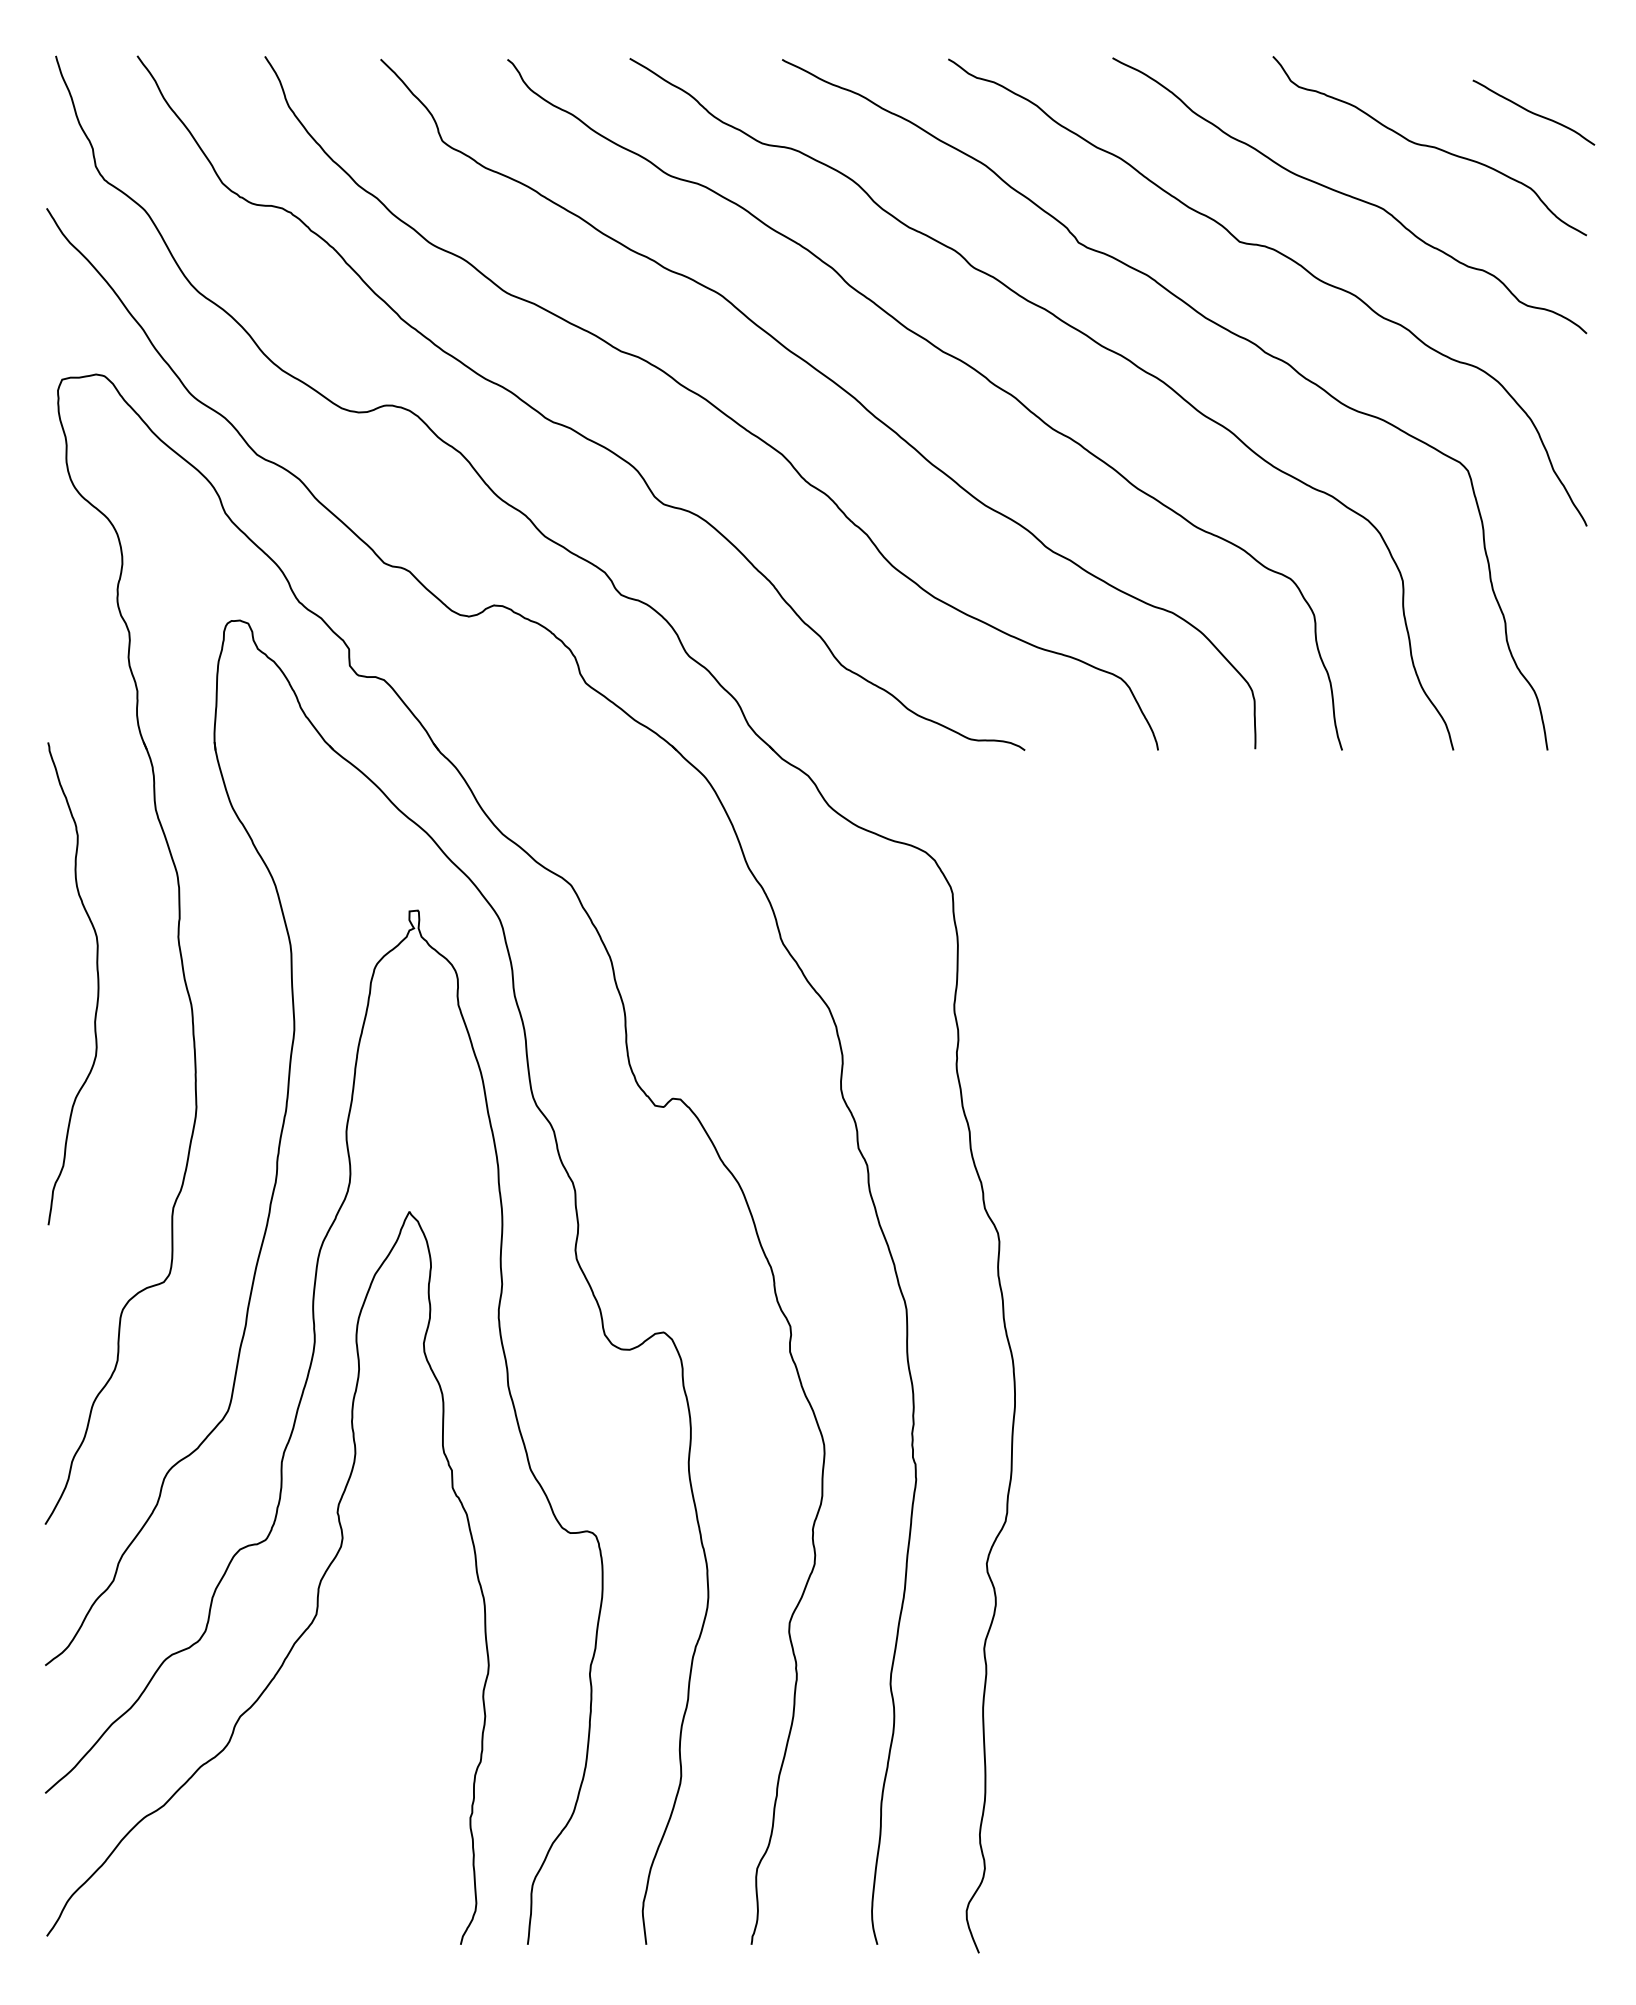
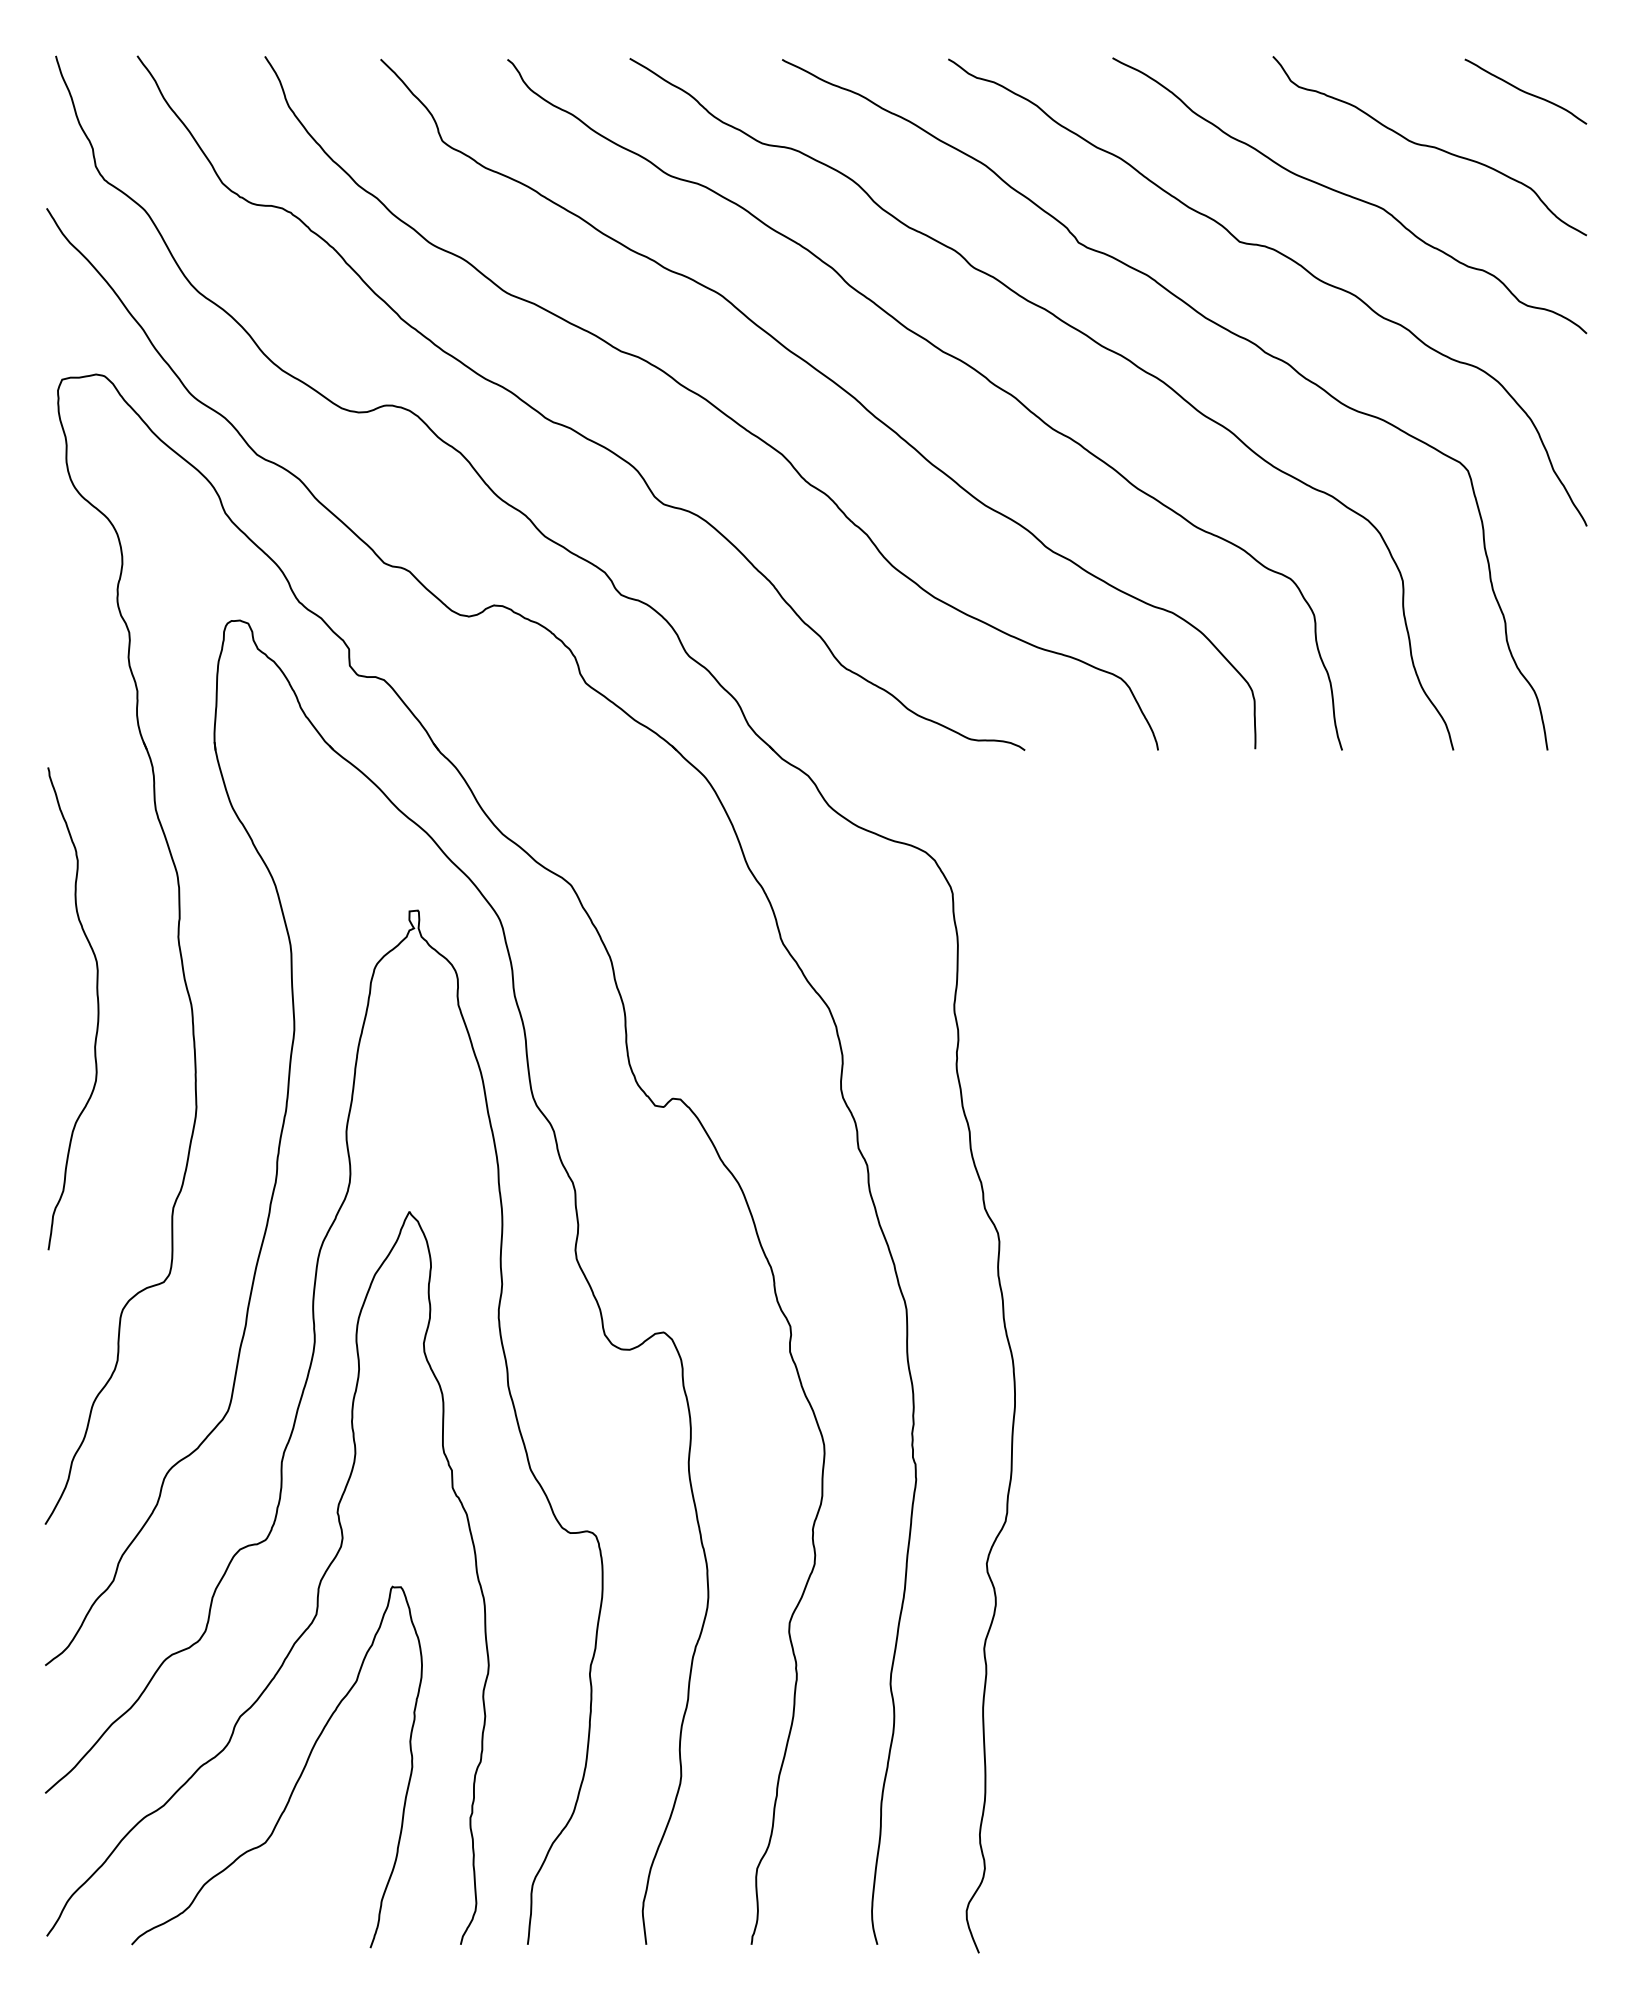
curve at (1533, 112) position: (1533, 112) -> (1525, 91)
curve at (97, 983) position: (97, 983) -> (97, 1008)
curve at (298, 1777): none -> present
